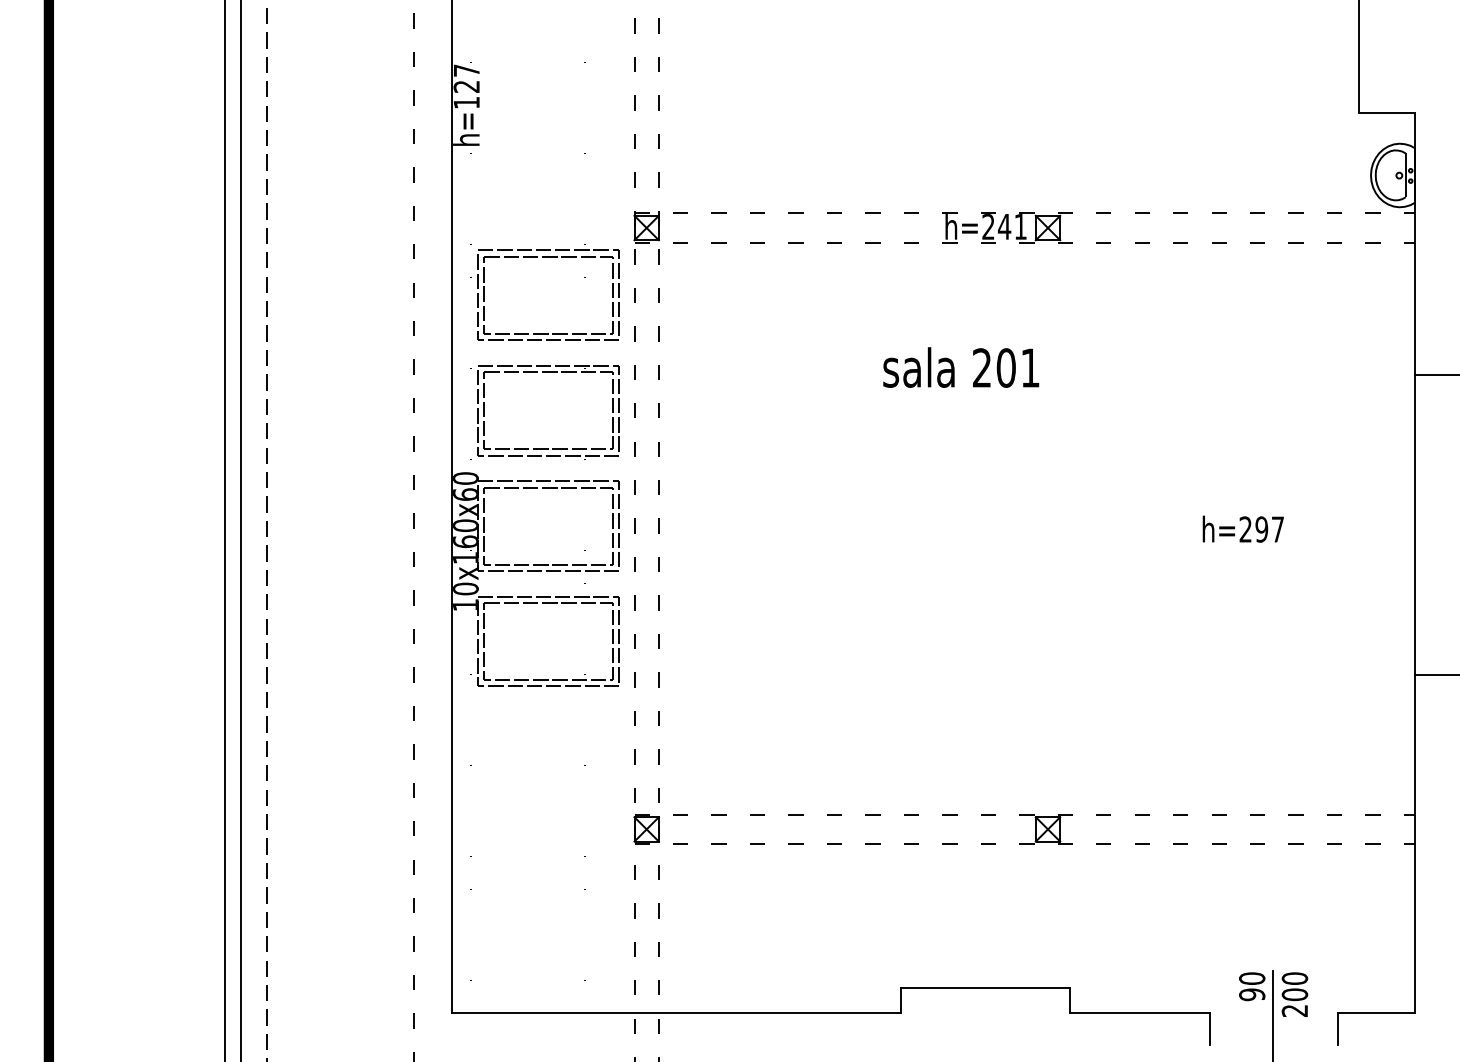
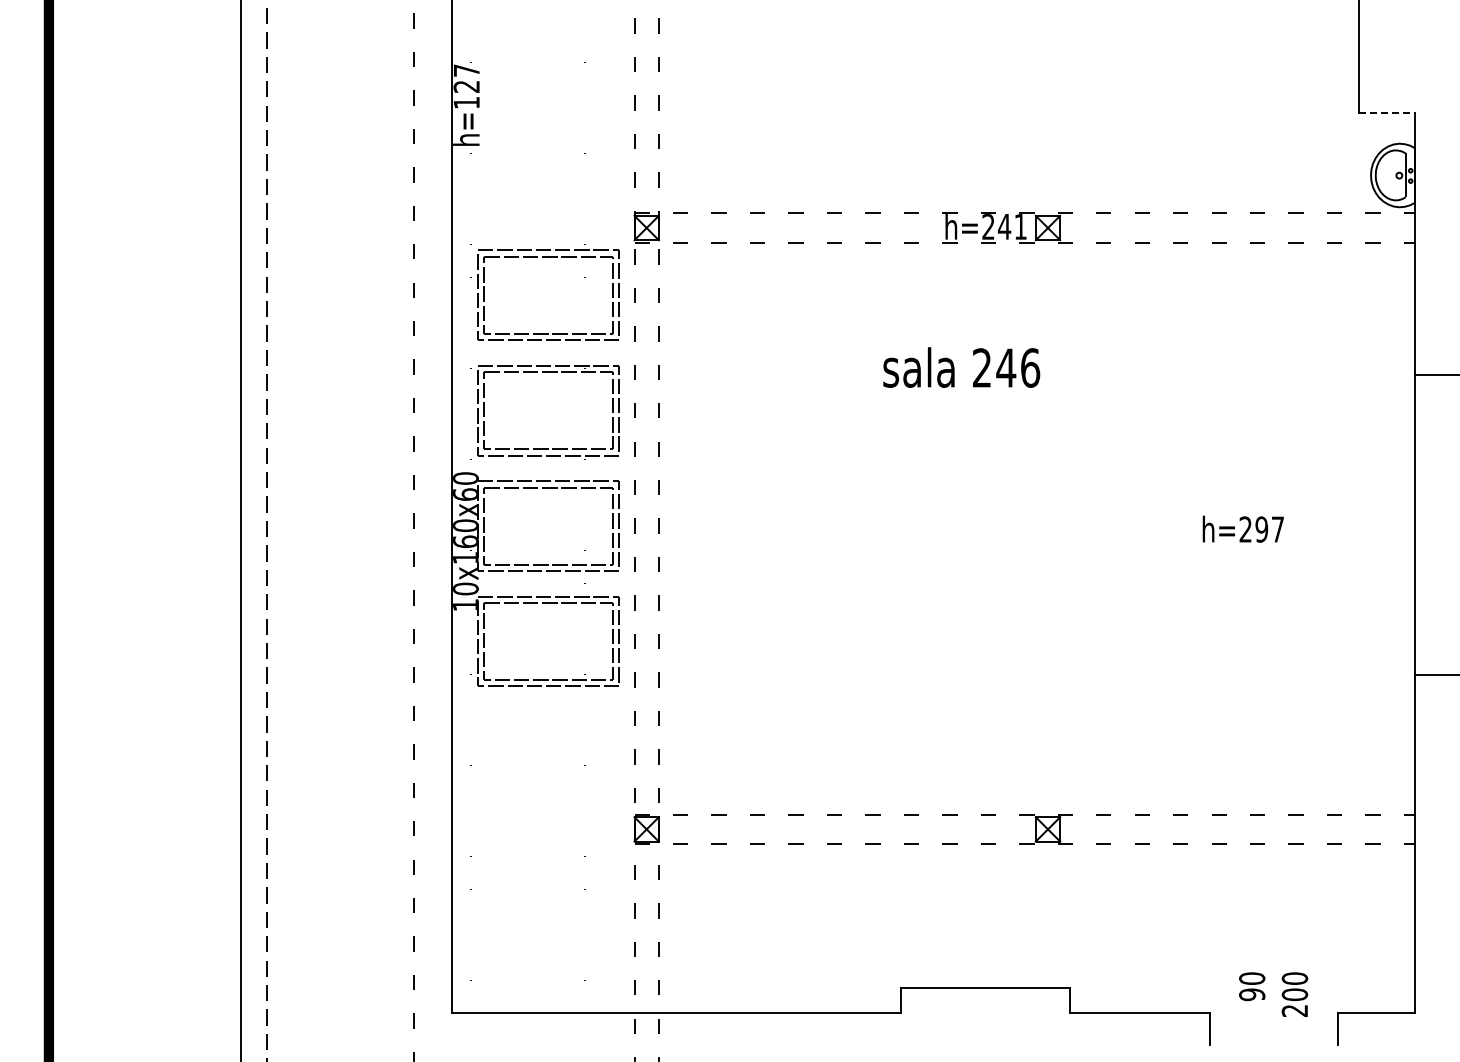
line at (1387, 113): solid -> dashed
text at (1018, 367): 201 -> 246
line at (225, 530): present -> none
line at (1273, 1014): present -> none
